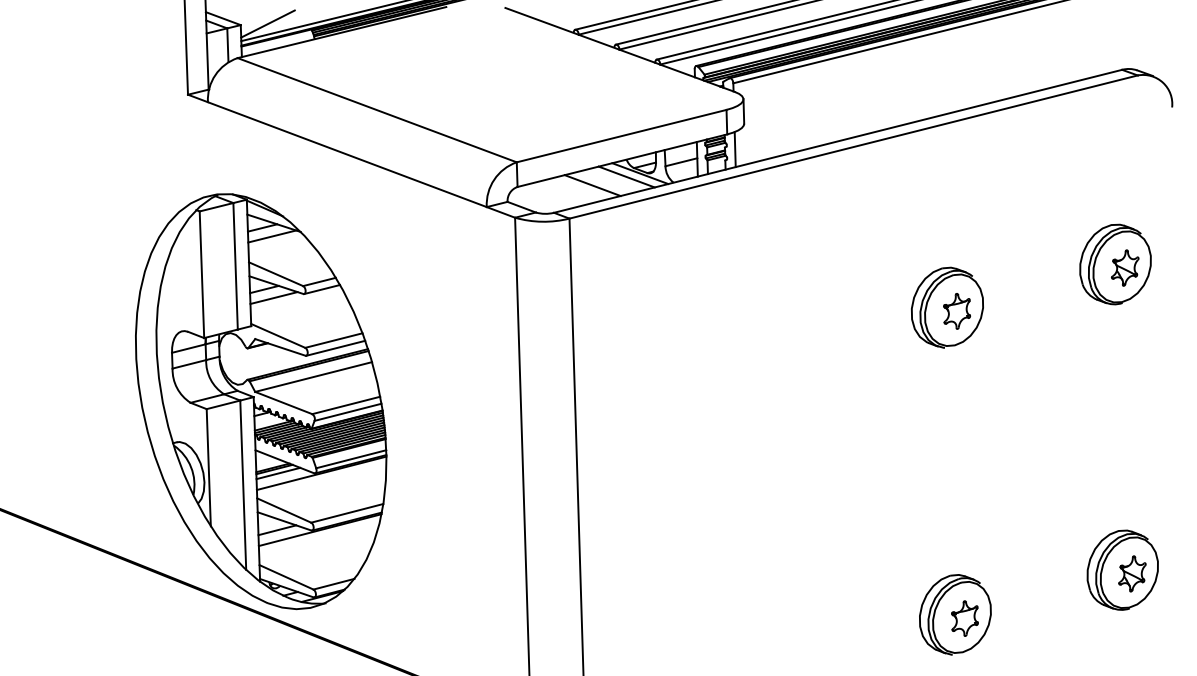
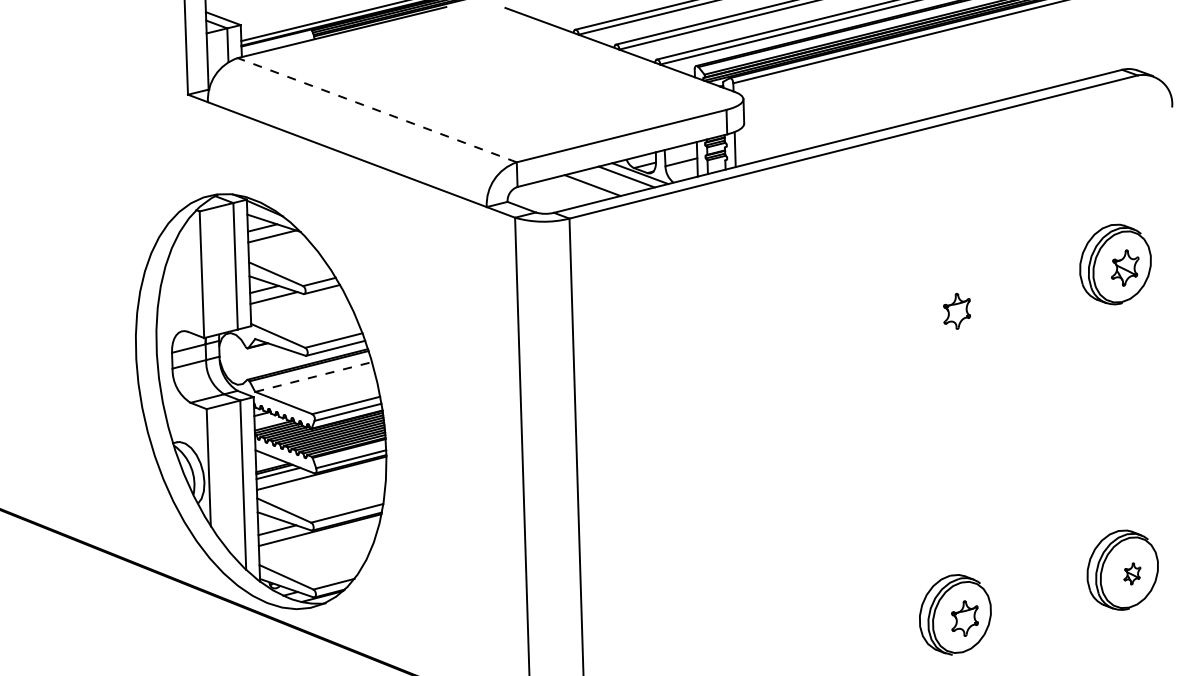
line at (267, 23): present -> none
line at (377, 110): solid -> dashed
part at (947, 307): present -> none
line at (314, 376): solid -> dashed
part at (1132, 573) size: 29x38 px -> 19x24 px
